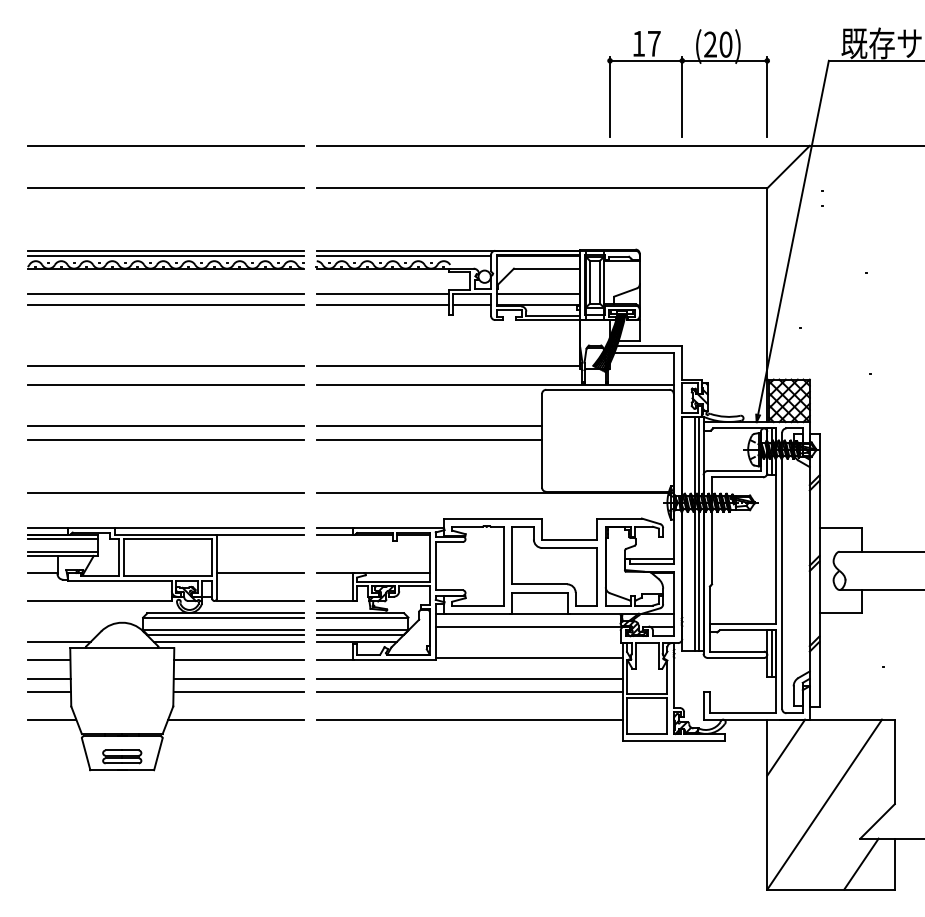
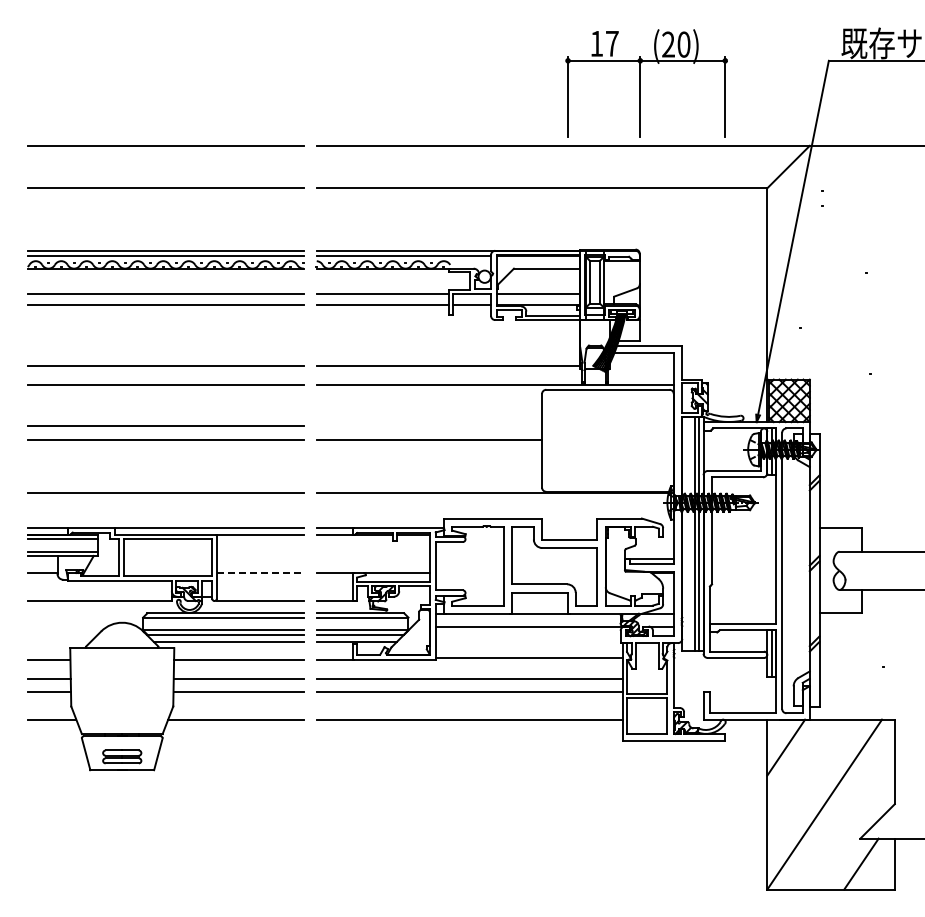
part at (688, 83) position: (688, 83) -> (646, 83)
line at (429, 425): present -> none
line at (260, 572): solid -> dashed
line at (58, 641): present -> none
